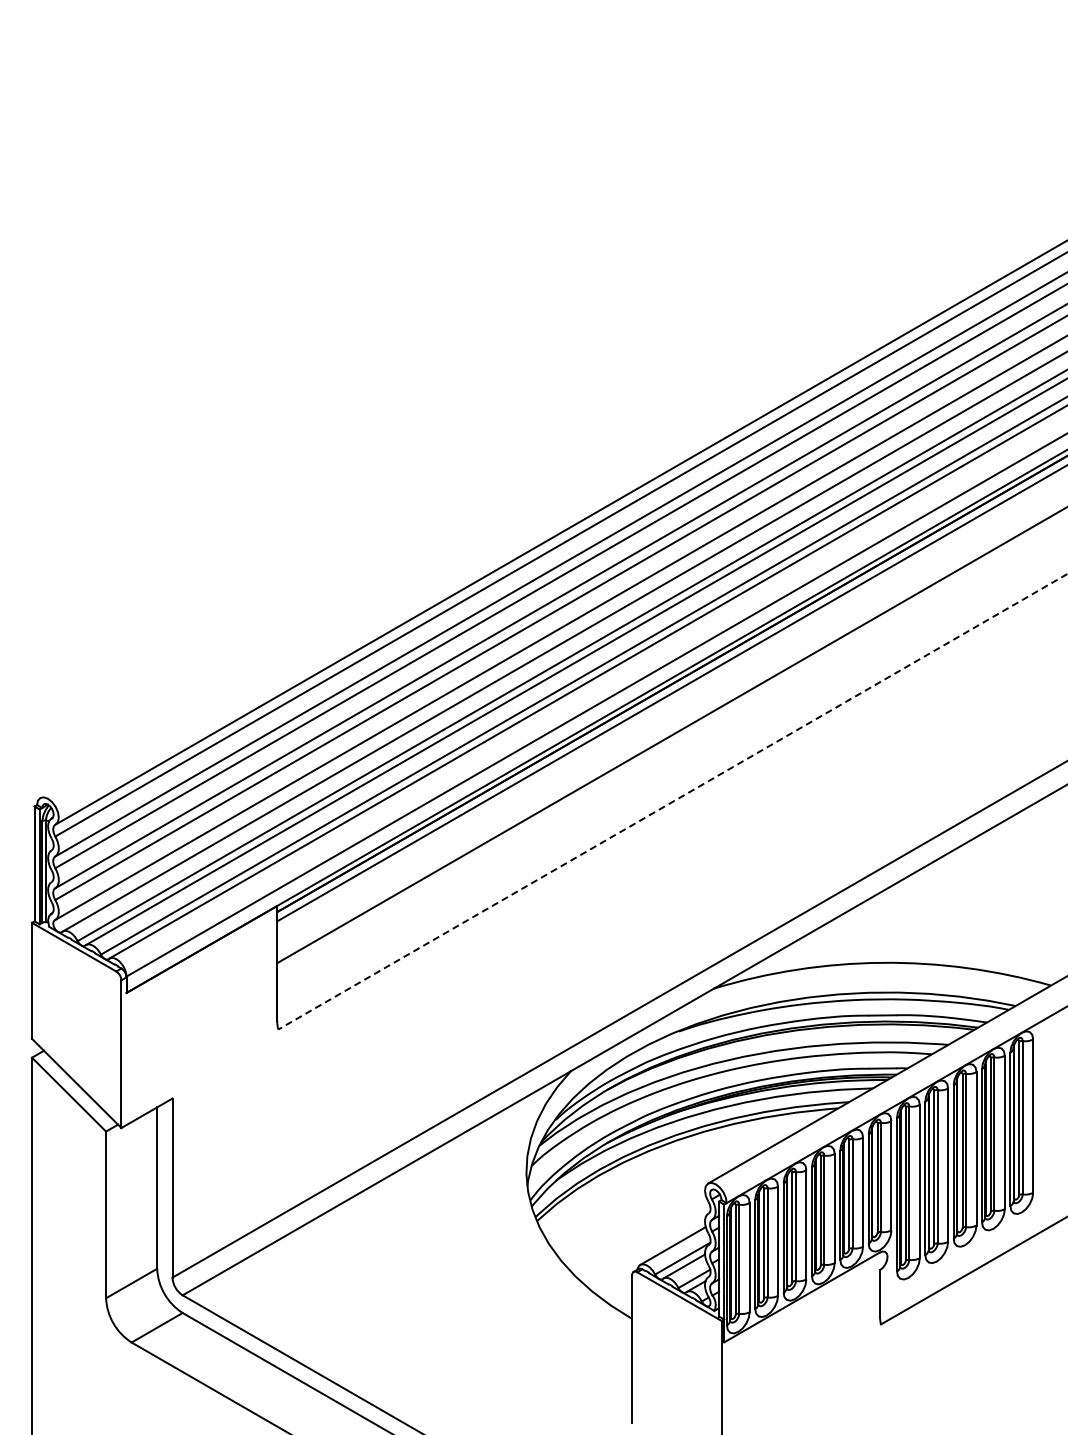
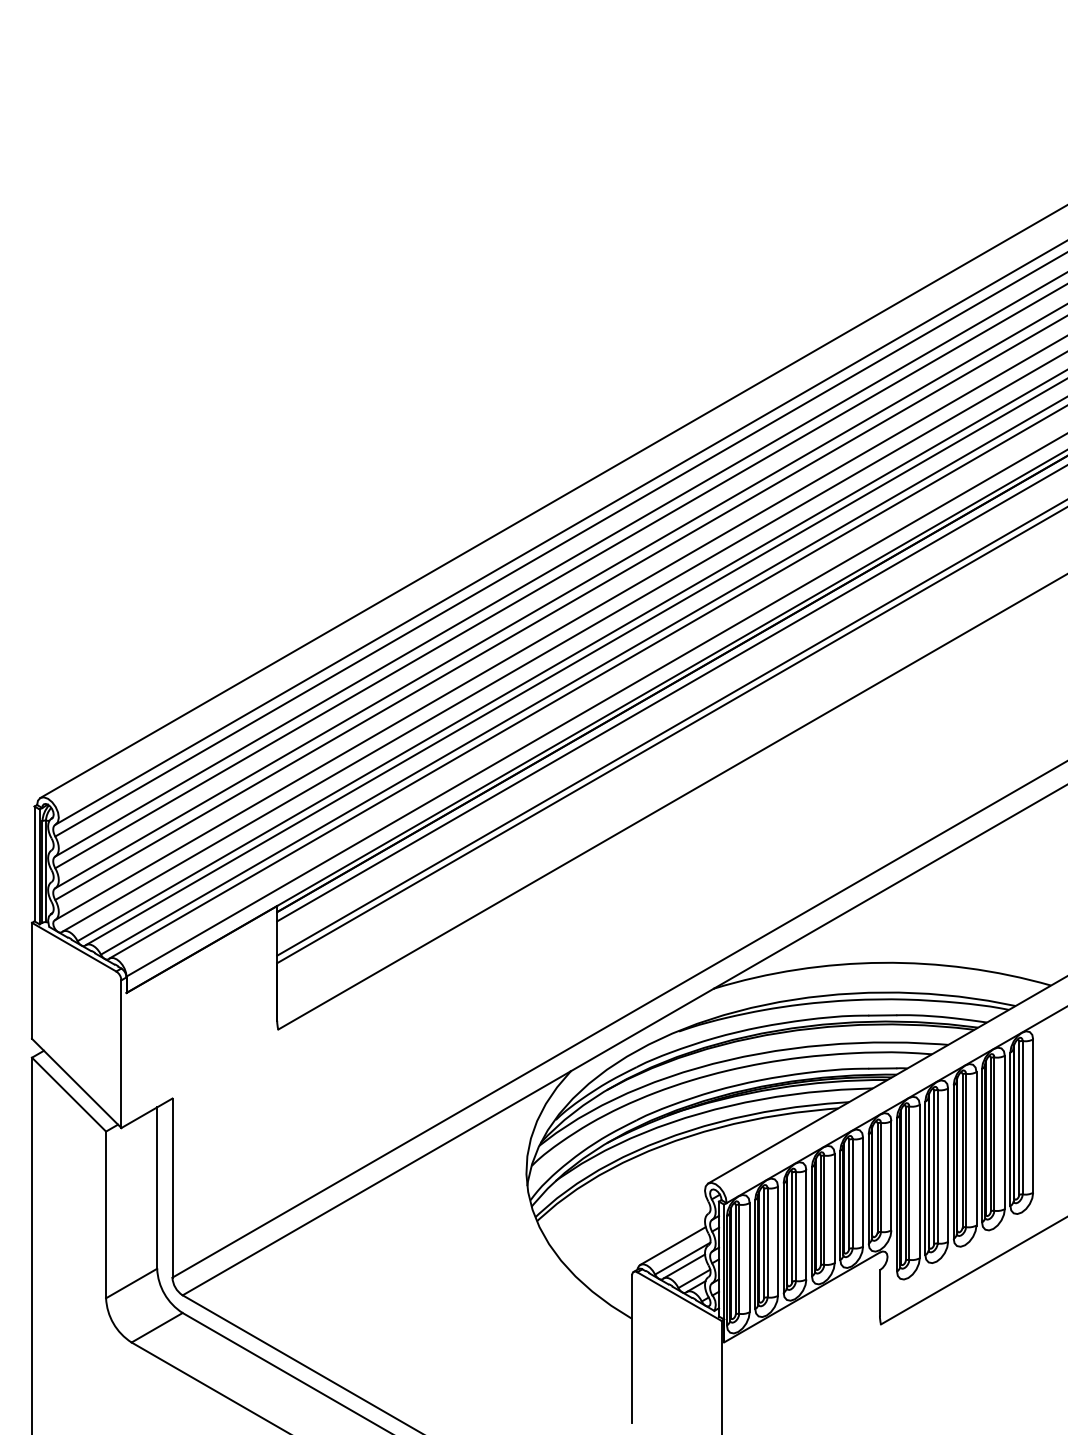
line at (552, 502): none -> present
line at (670, 728): none -> present
line at (672, 802): dashed -> solid
